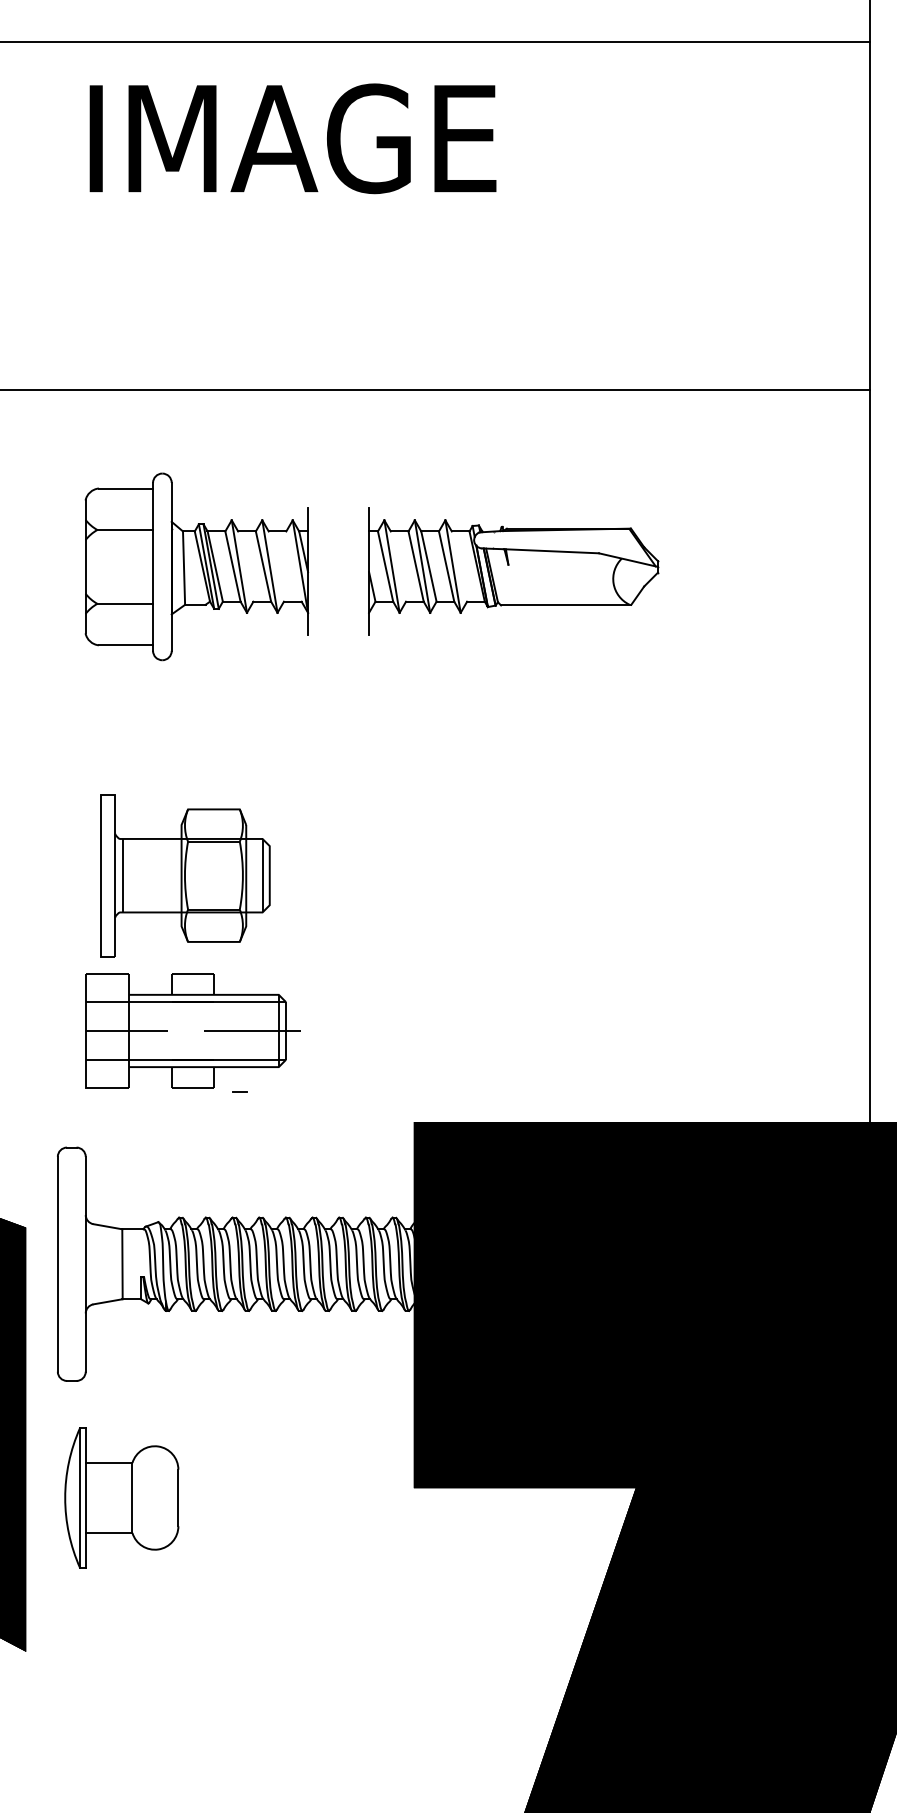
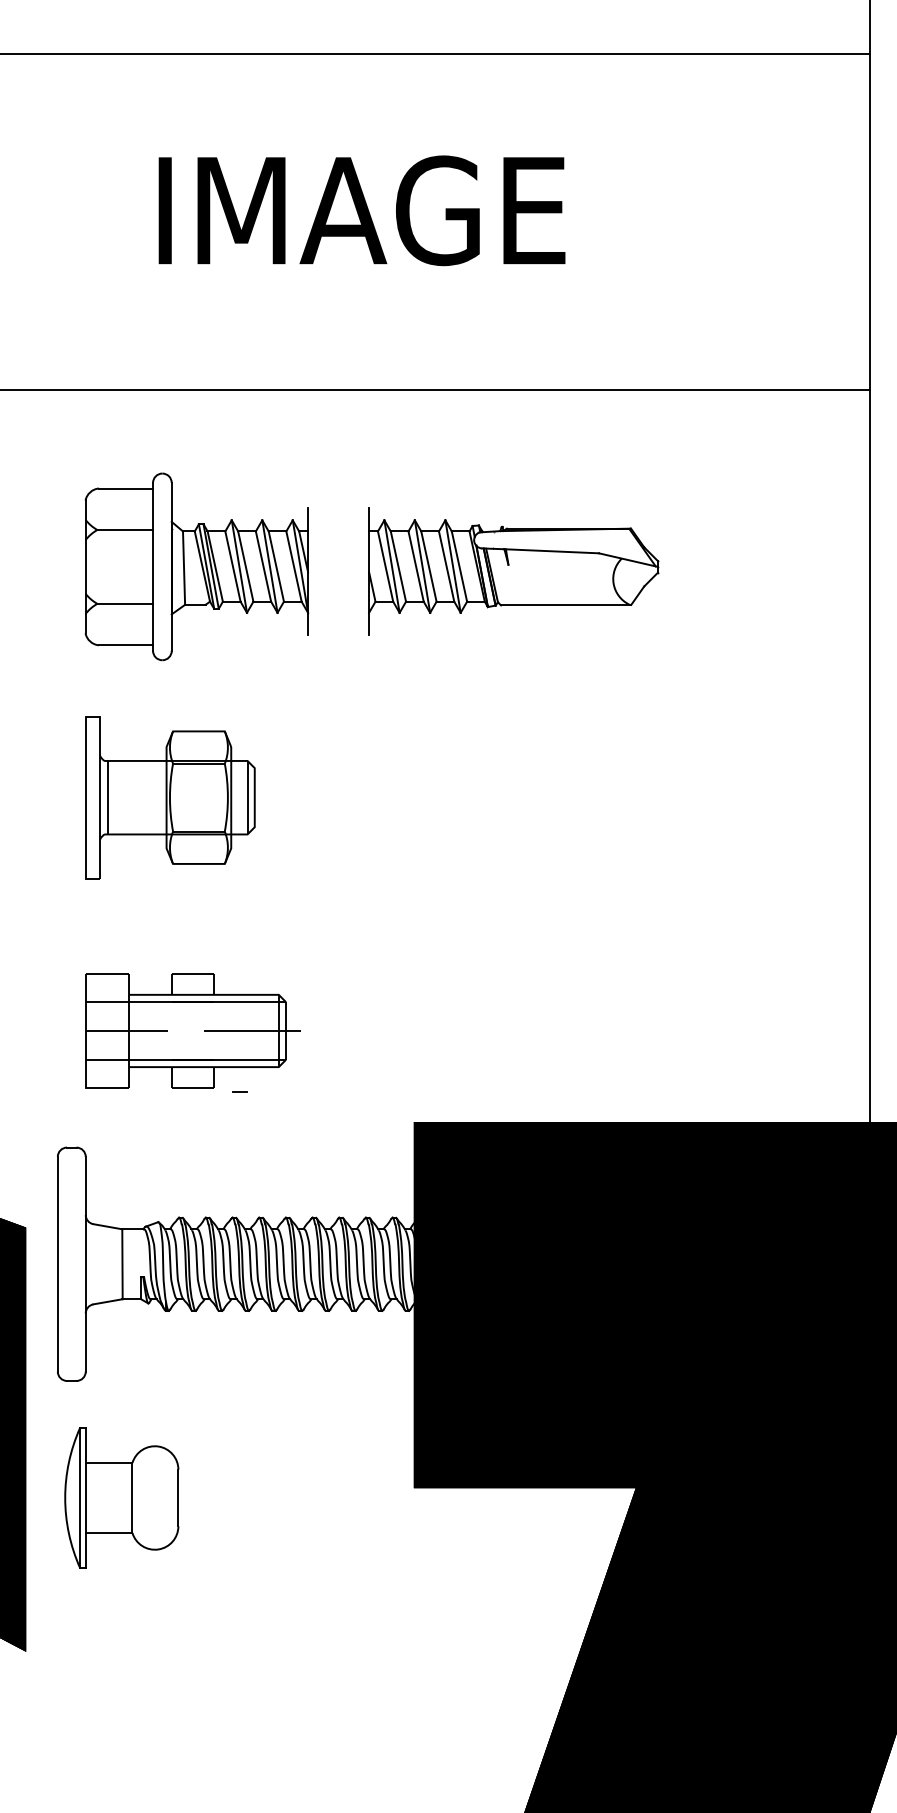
line at (436, 42) position: (436, 42) -> (436, 54)
text at (292, 138) position: (292, 138) -> (361, 210)
line at (245, 566): none -> present
line at (275, 566): none -> present
line at (293, 566): none -> present
line at (398, 566): none -> present
line at (459, 566): none -> present
part at (185, 875) position: (185, 875) -> (170, 797)
